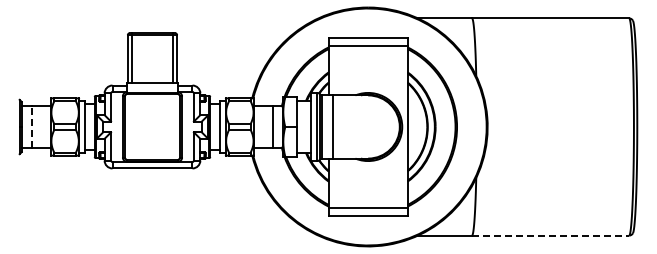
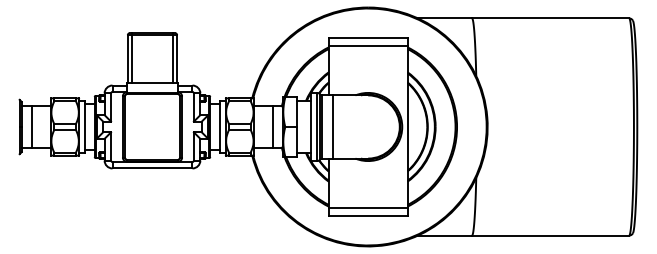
line at (31, 127): dashed -> solid
line at (550, 235): dashed -> solid
